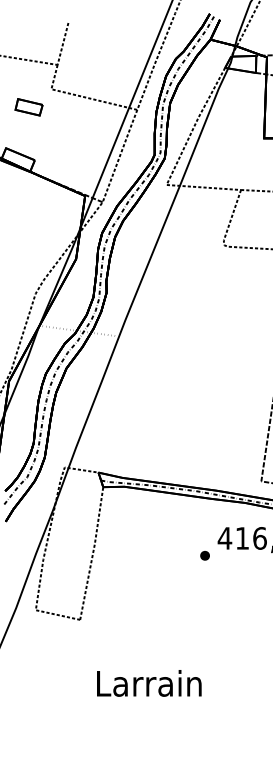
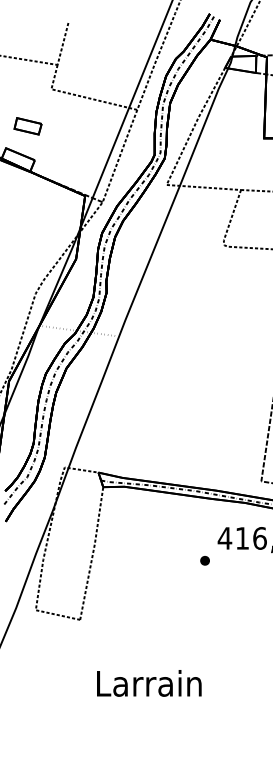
part at (28, 107) position: (28, 107) -> (27, 126)
part at (204, 555) position: (204, 555) -> (204, 560)
